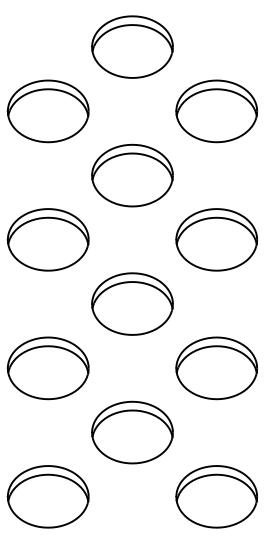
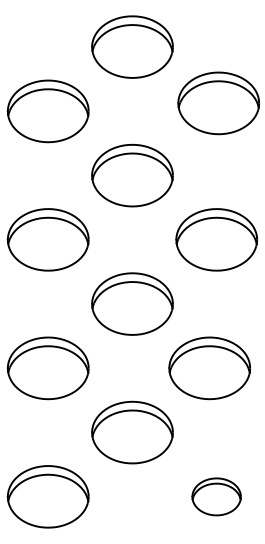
part at (216, 111) position: (216, 111) -> (218, 103)
part at (216, 368) position: (216, 368) -> (209, 368)
part at (216, 496) size: 83x64 px -> 51x40 px
